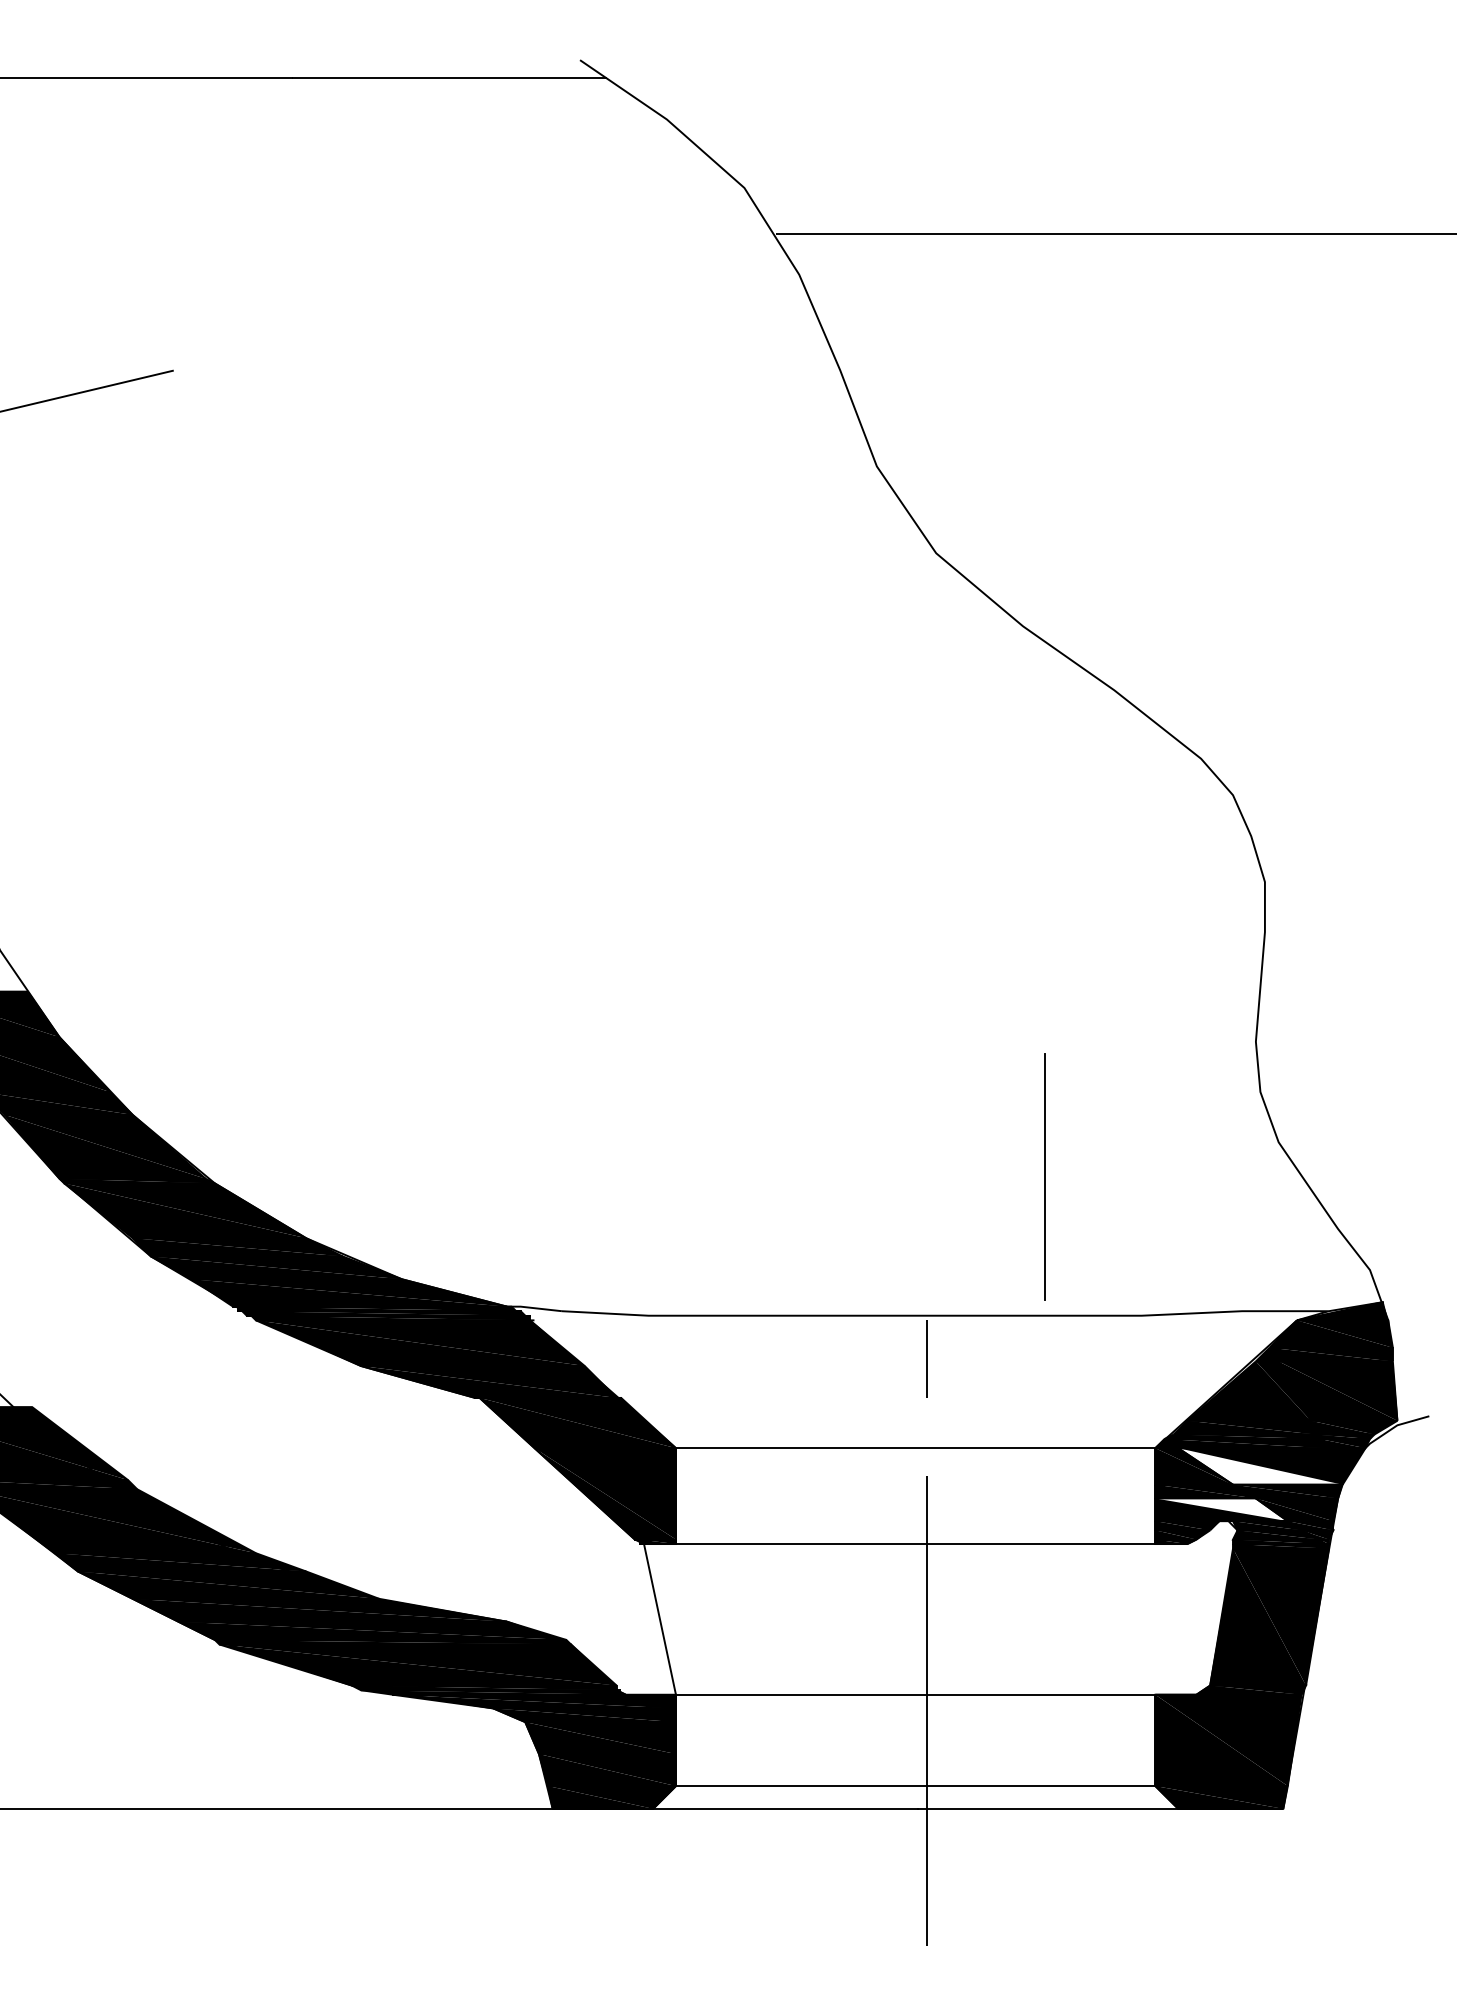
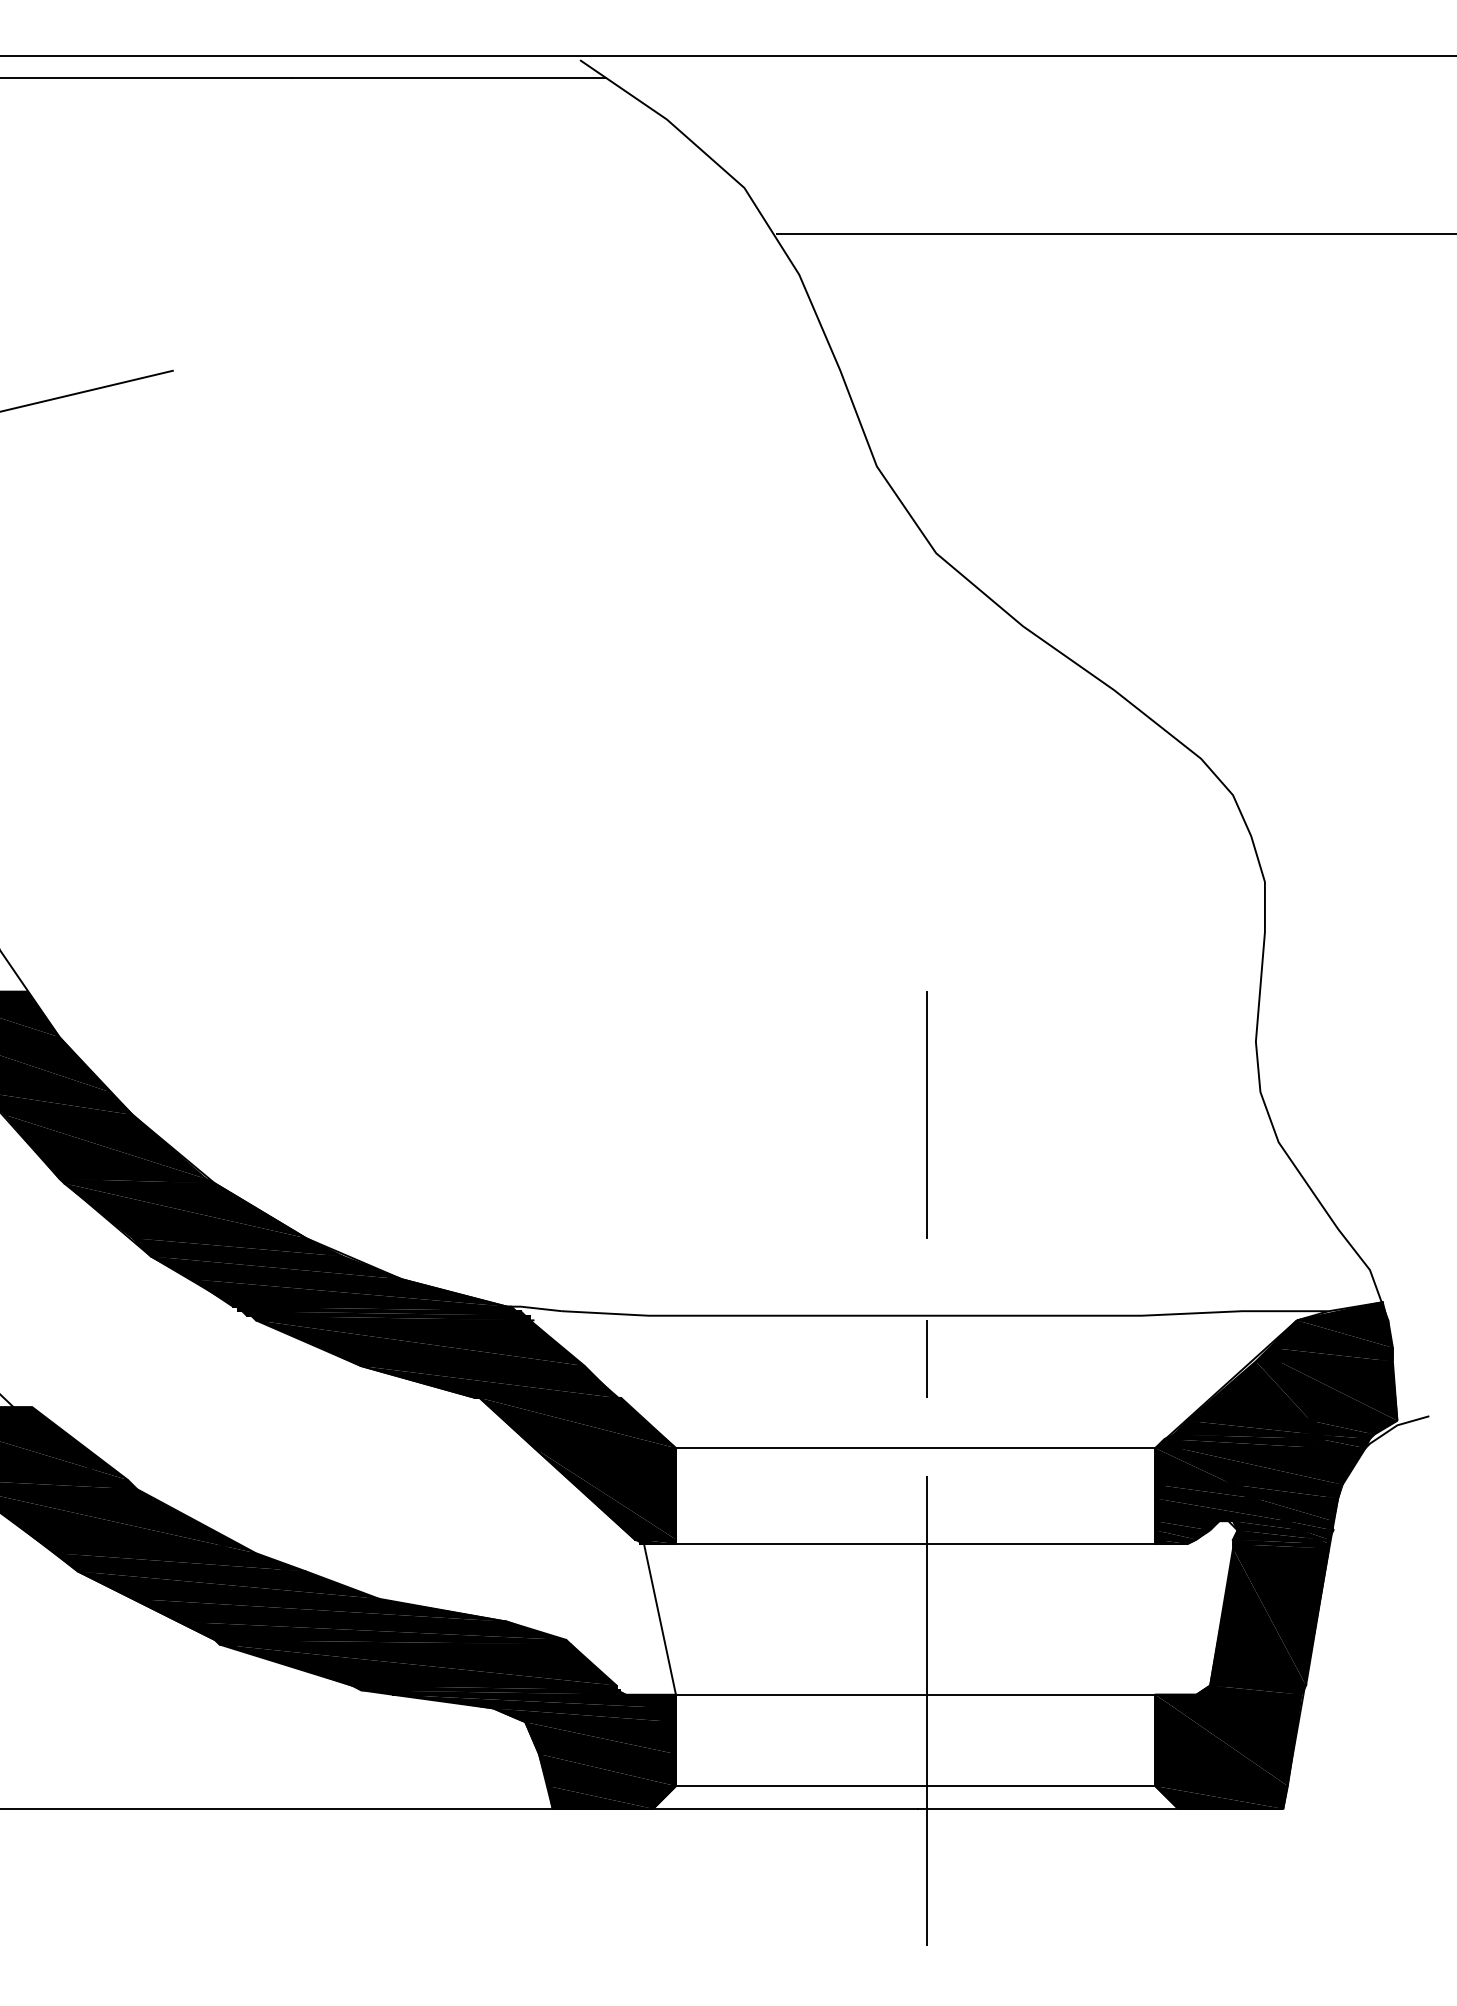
line at (727, 55): none -> present
line at (1044, 1176) position: (1044, 1176) -> (926, 1114)
fill at (1260, 1466): none -> present
fill at (1221, 1509): none -> present
